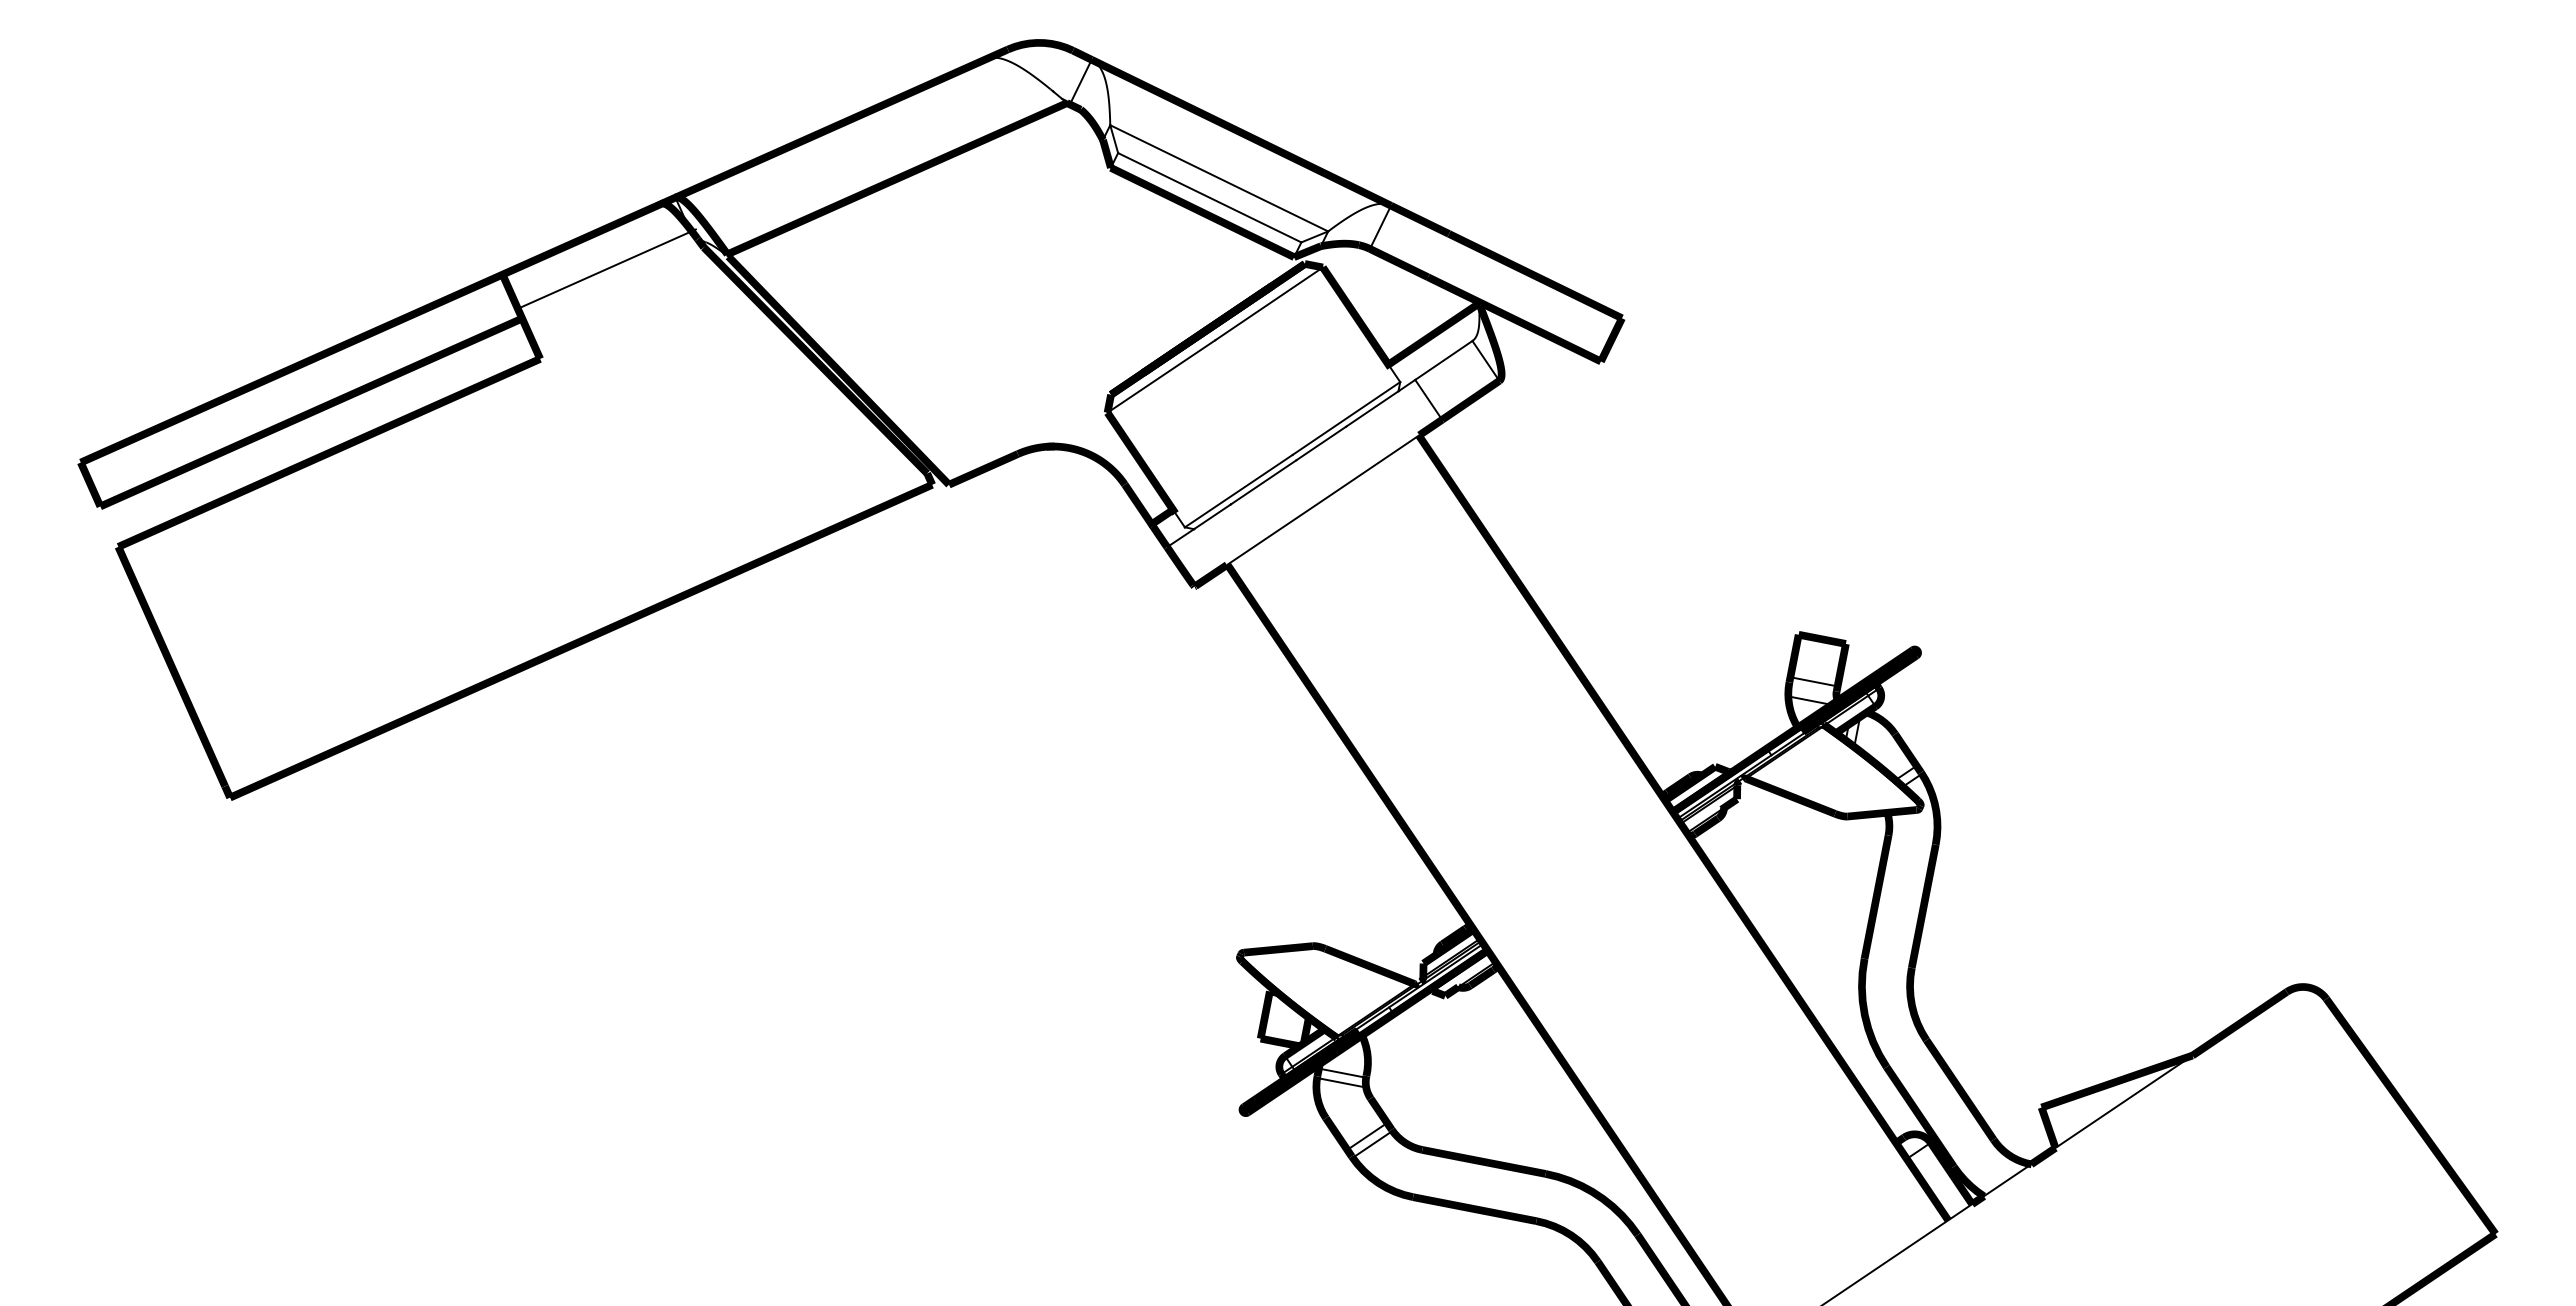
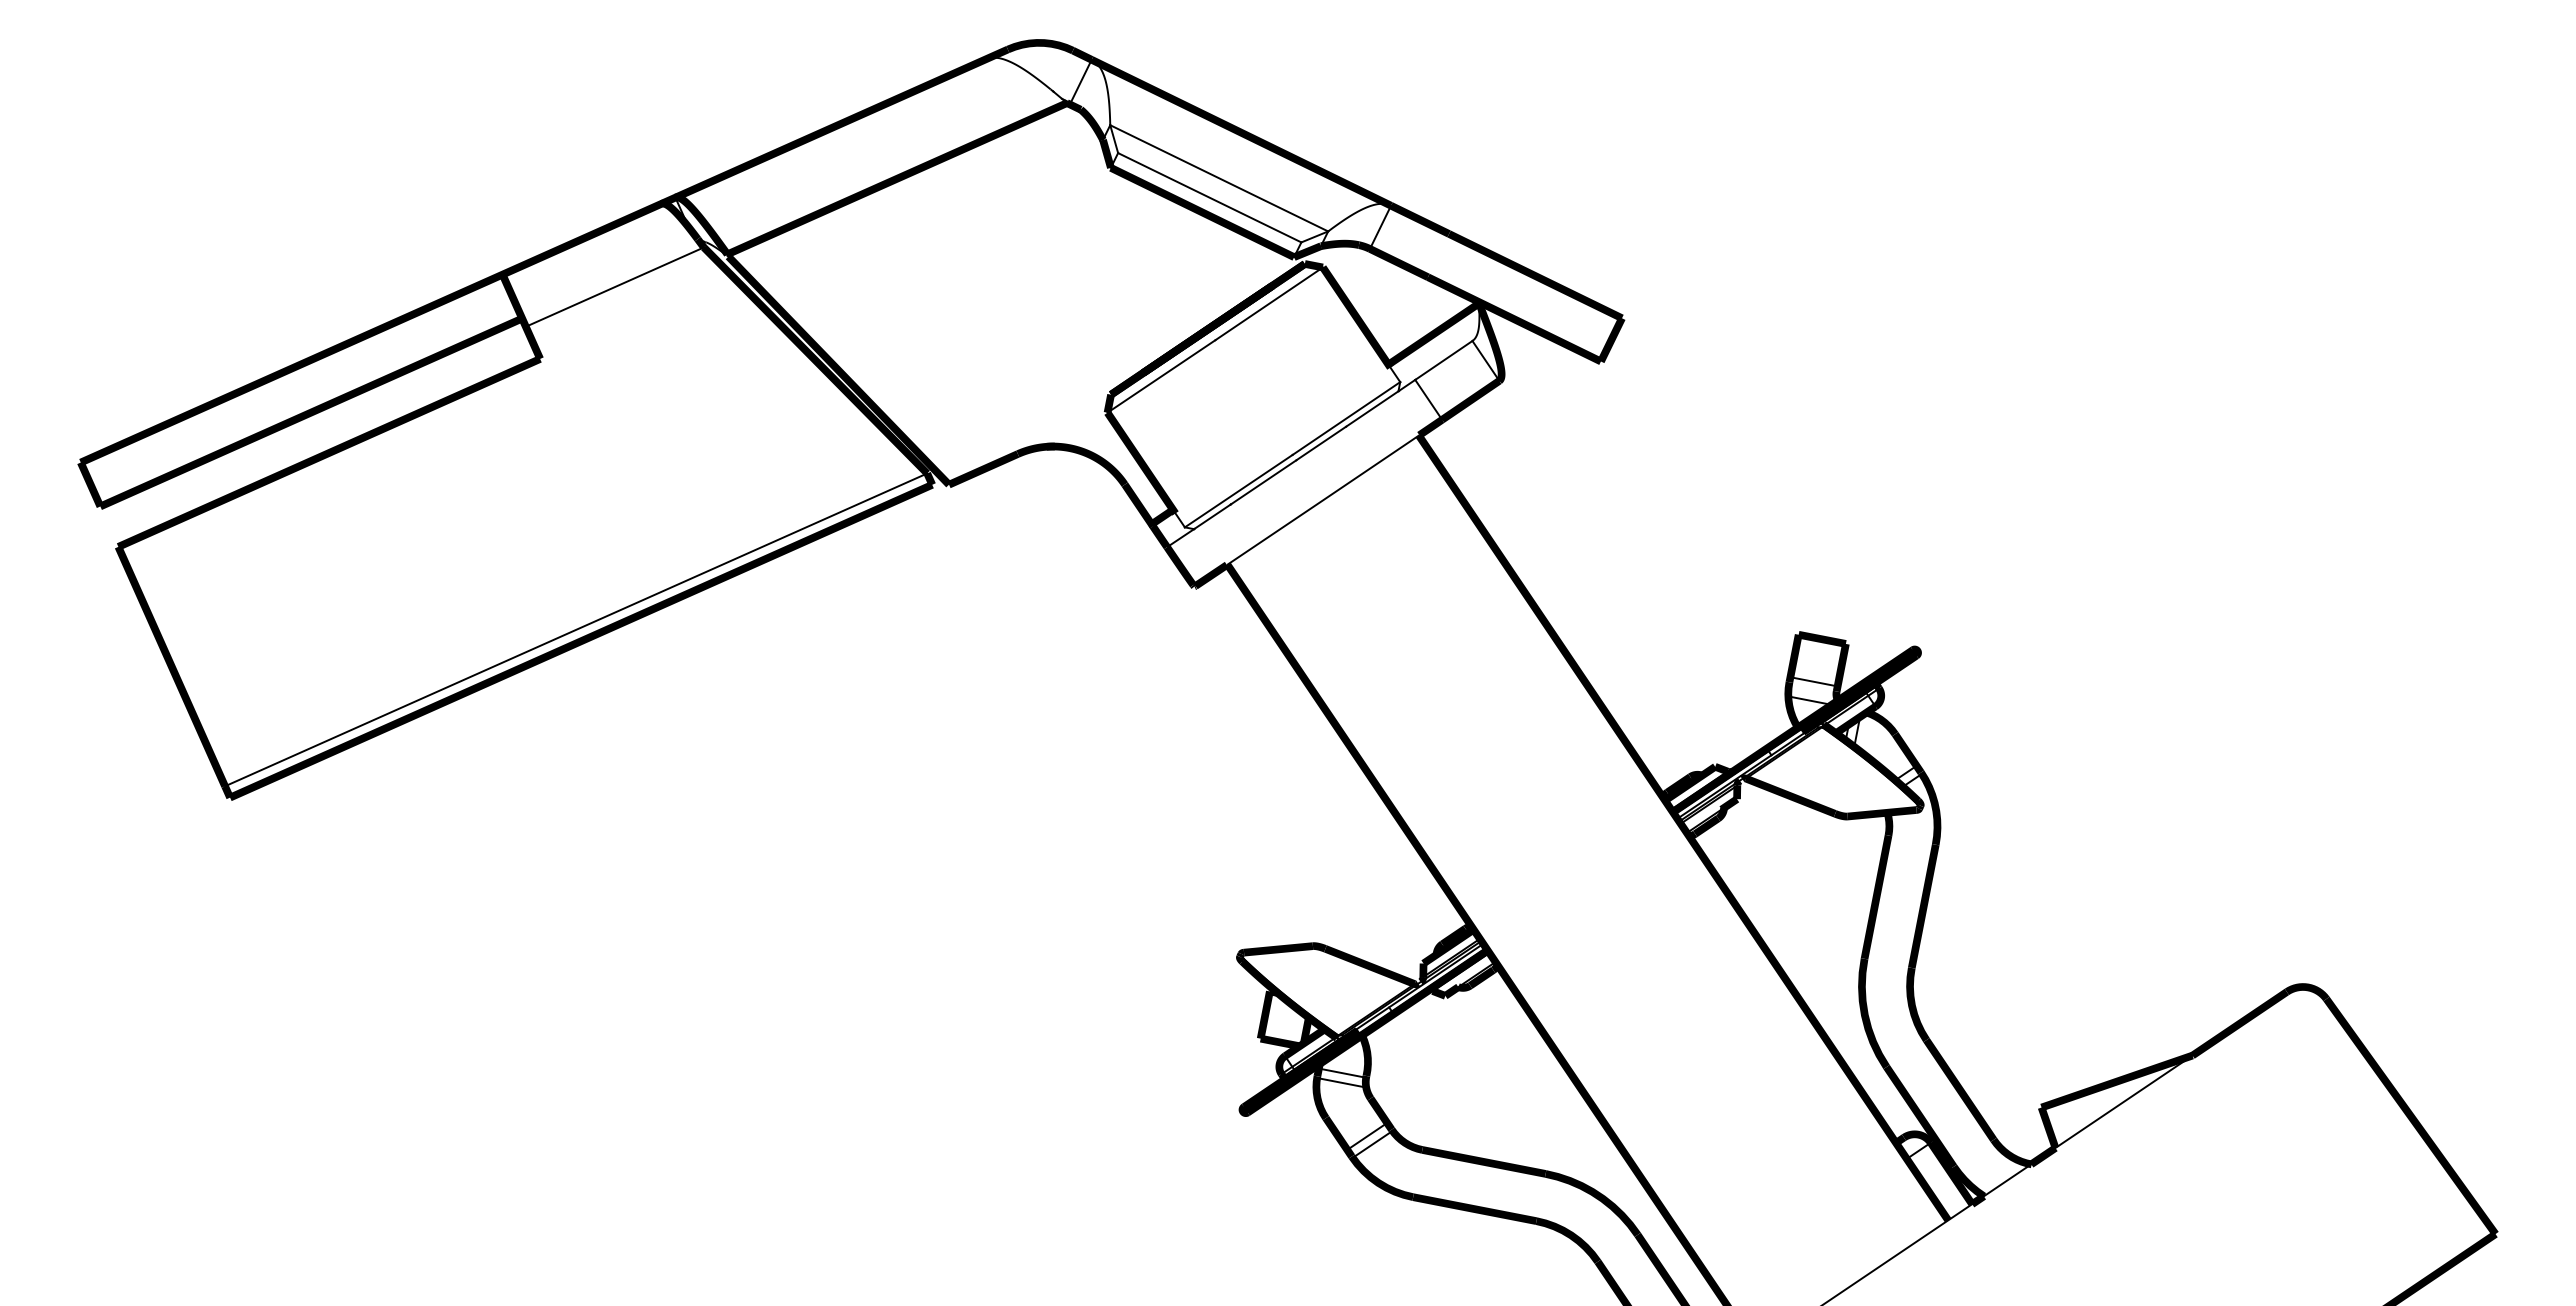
line at (606, 268) position: (606, 268) -> (614, 286)
line at (576, 629): none -> present
